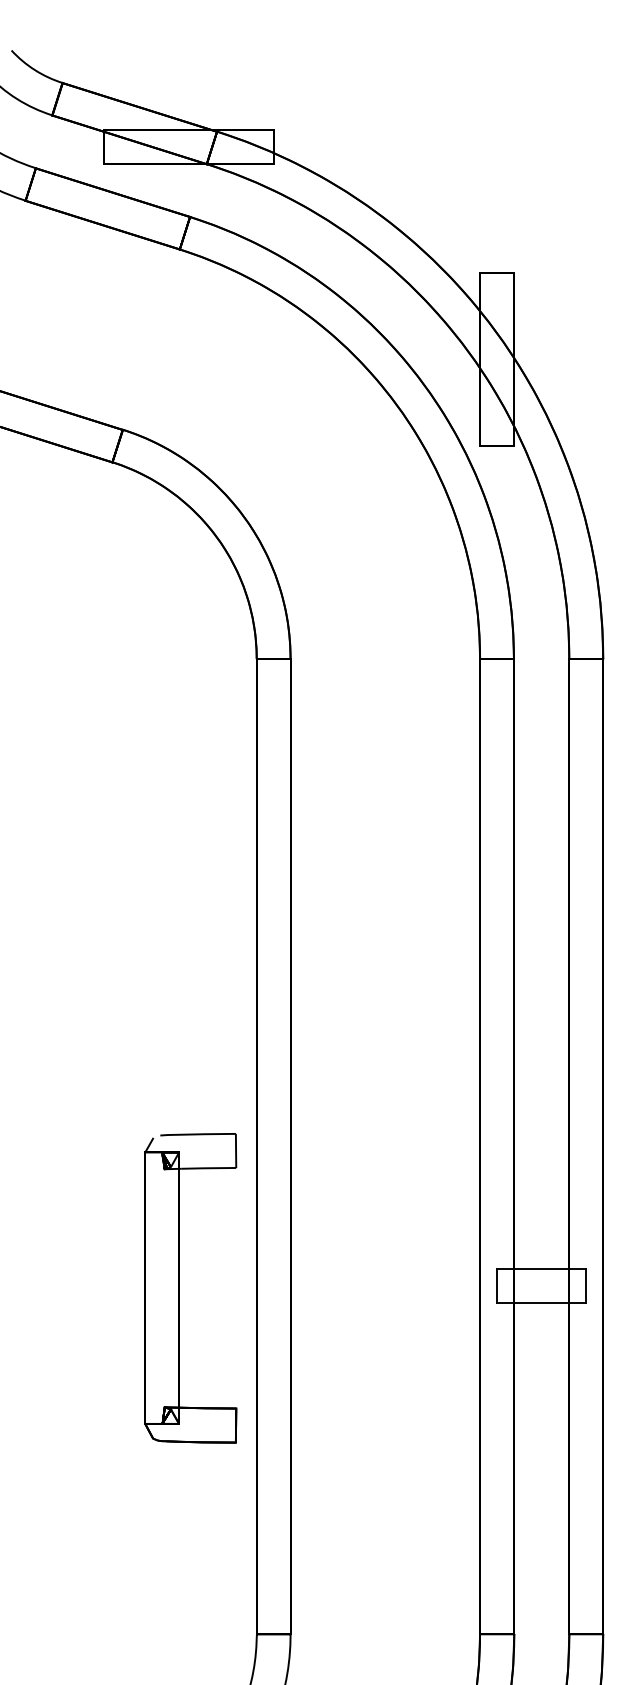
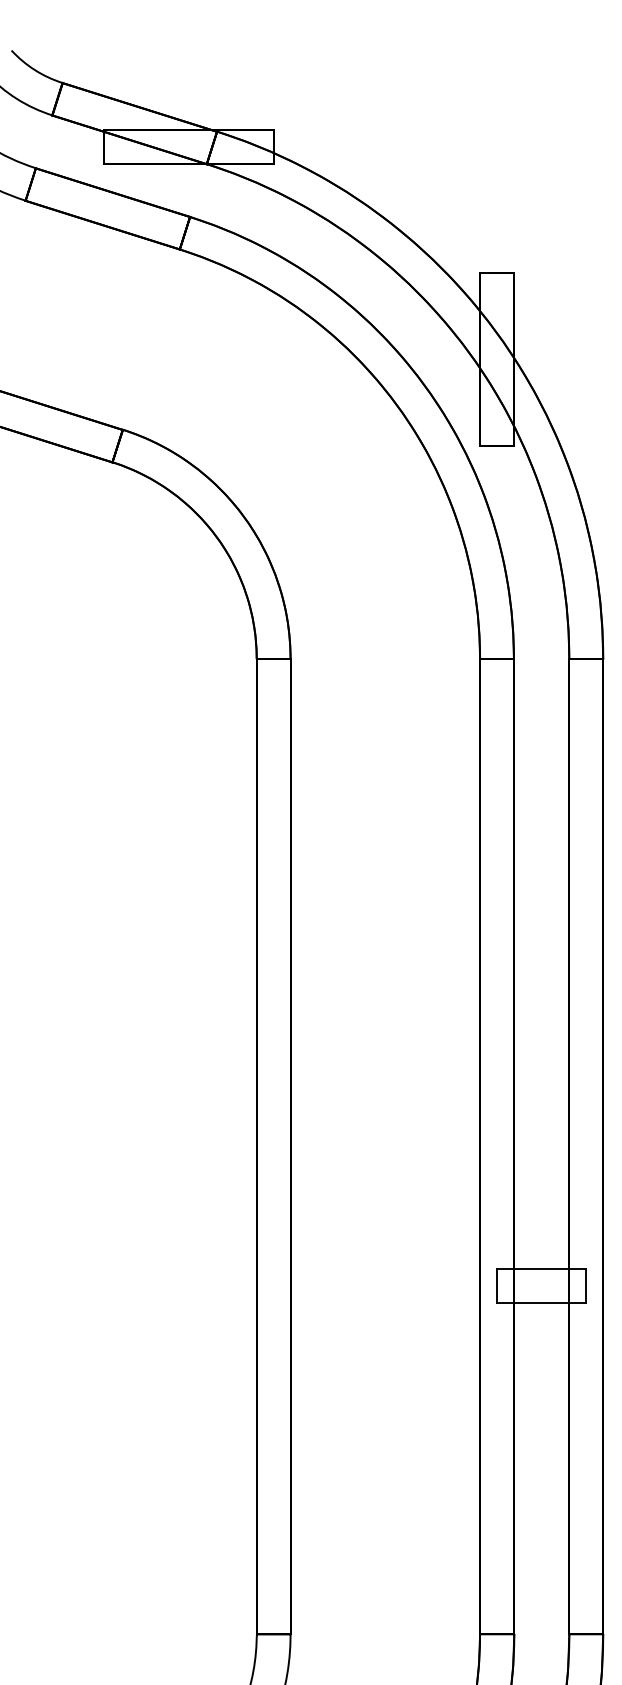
part at (179, 1288): present -> none
